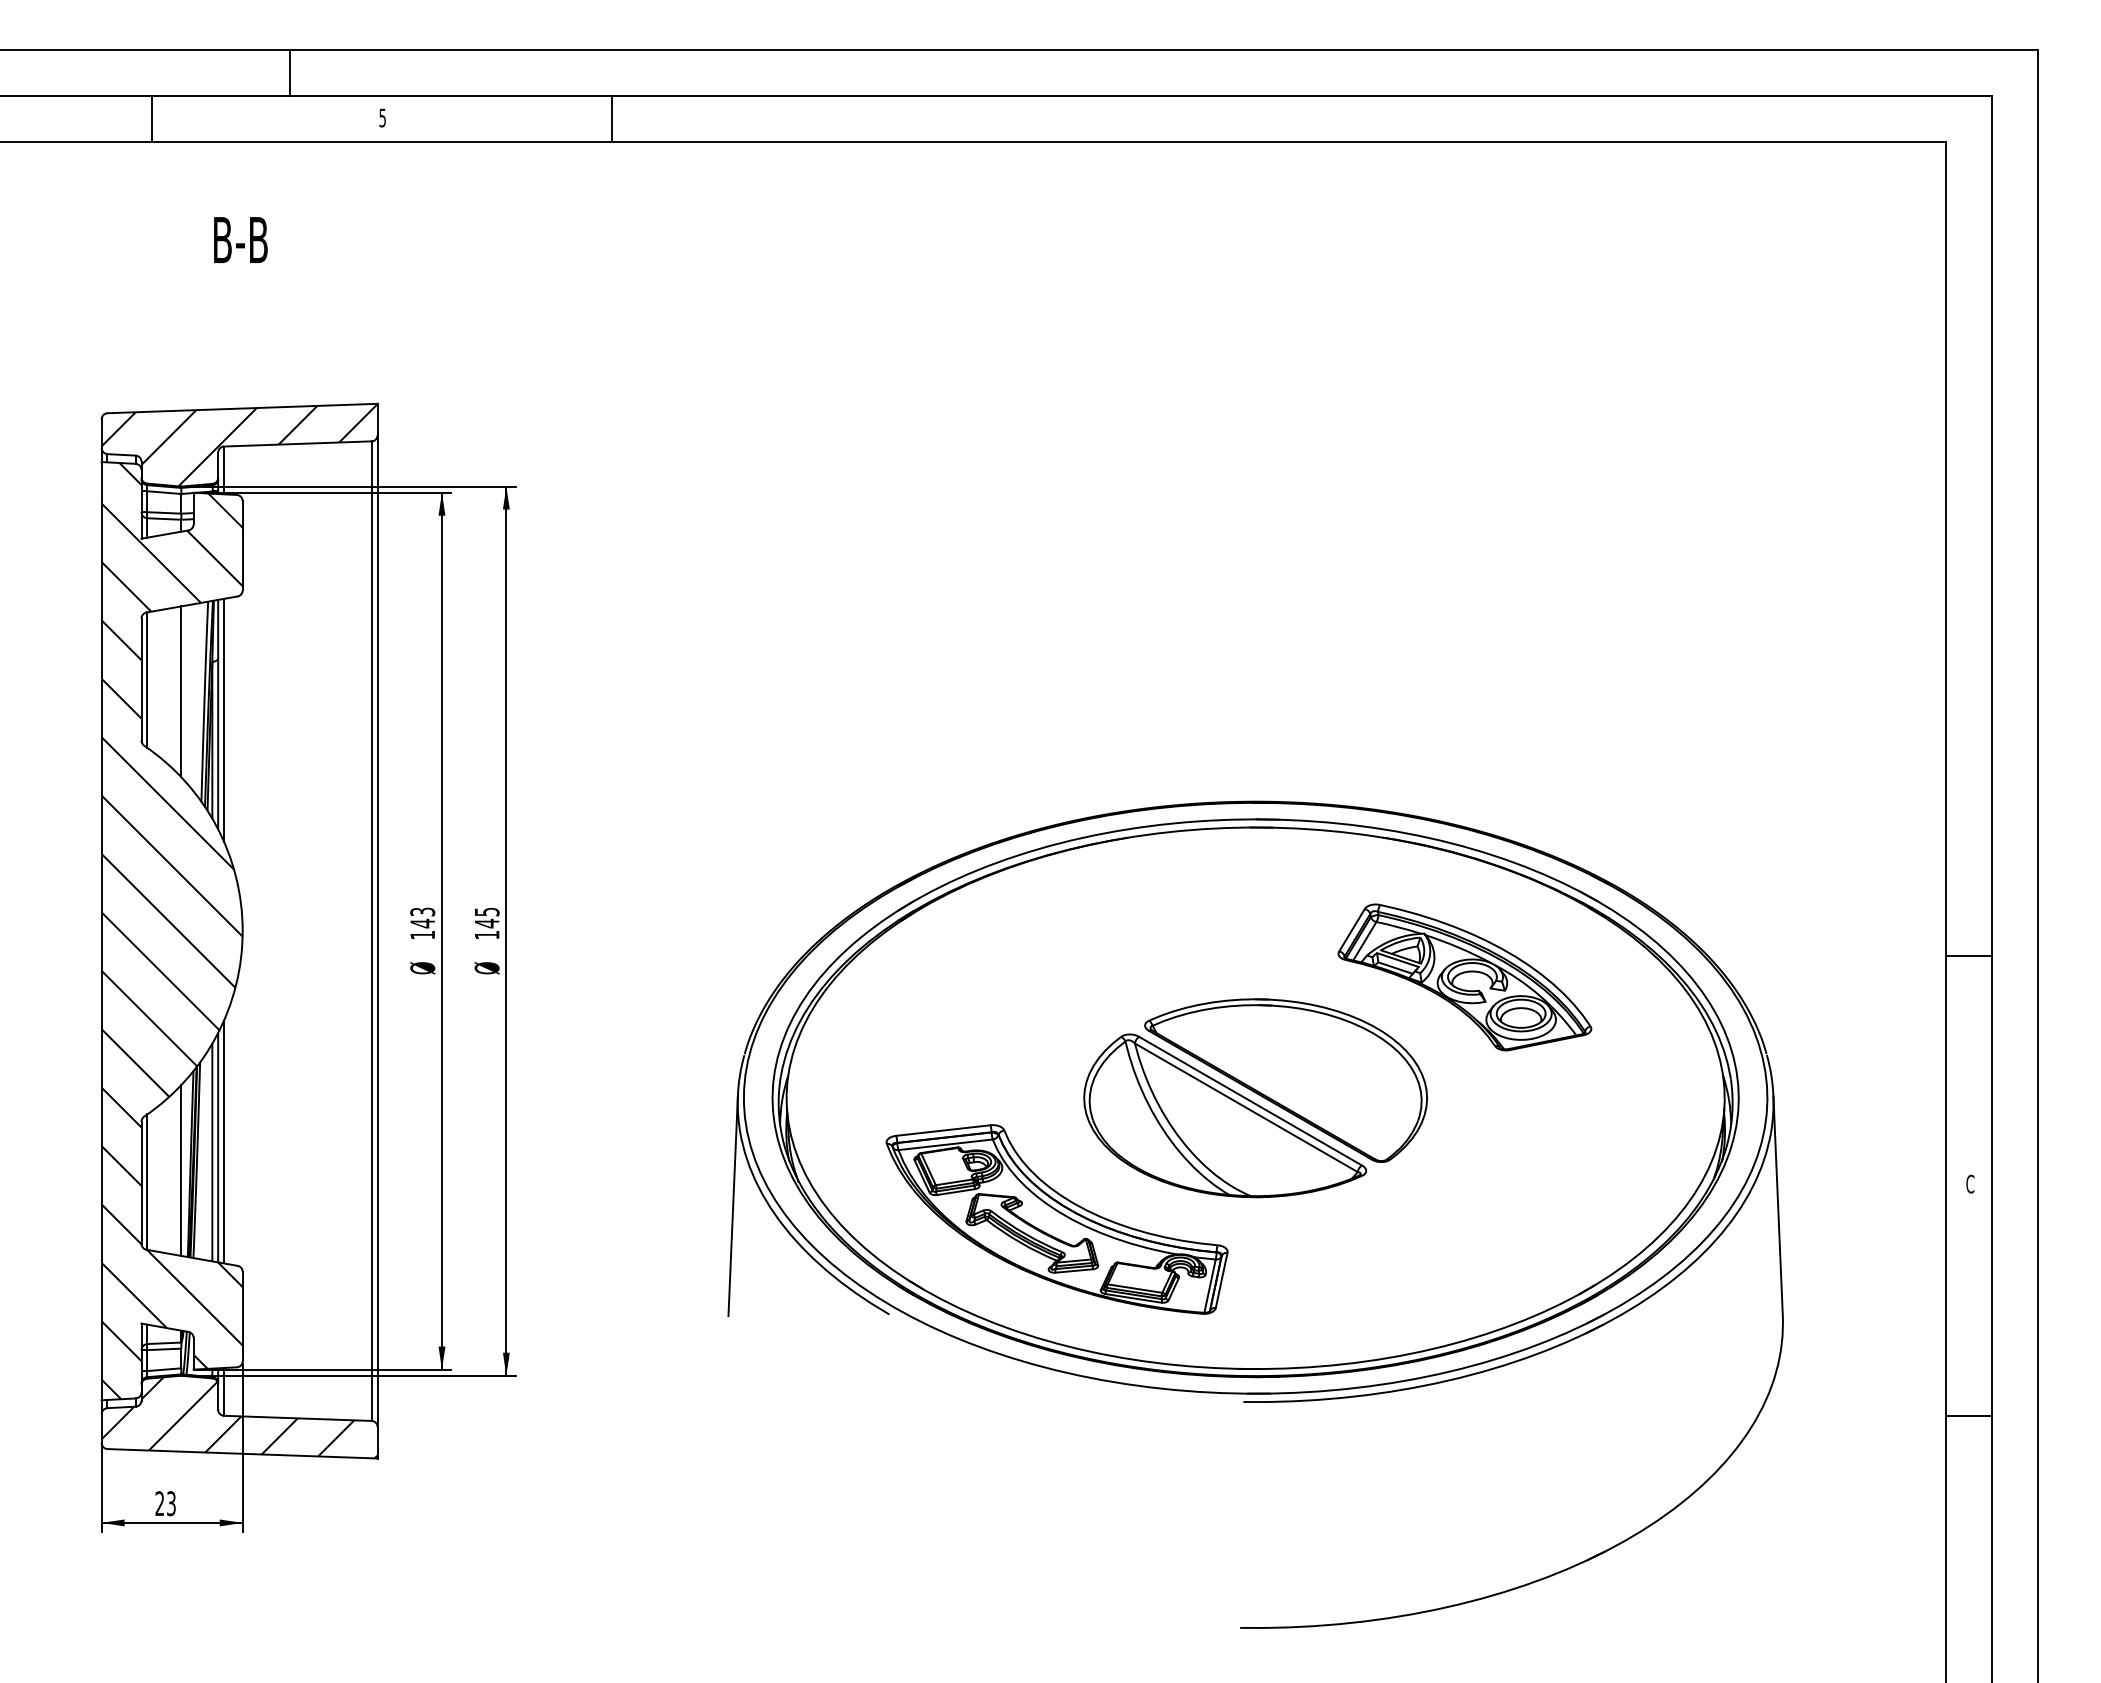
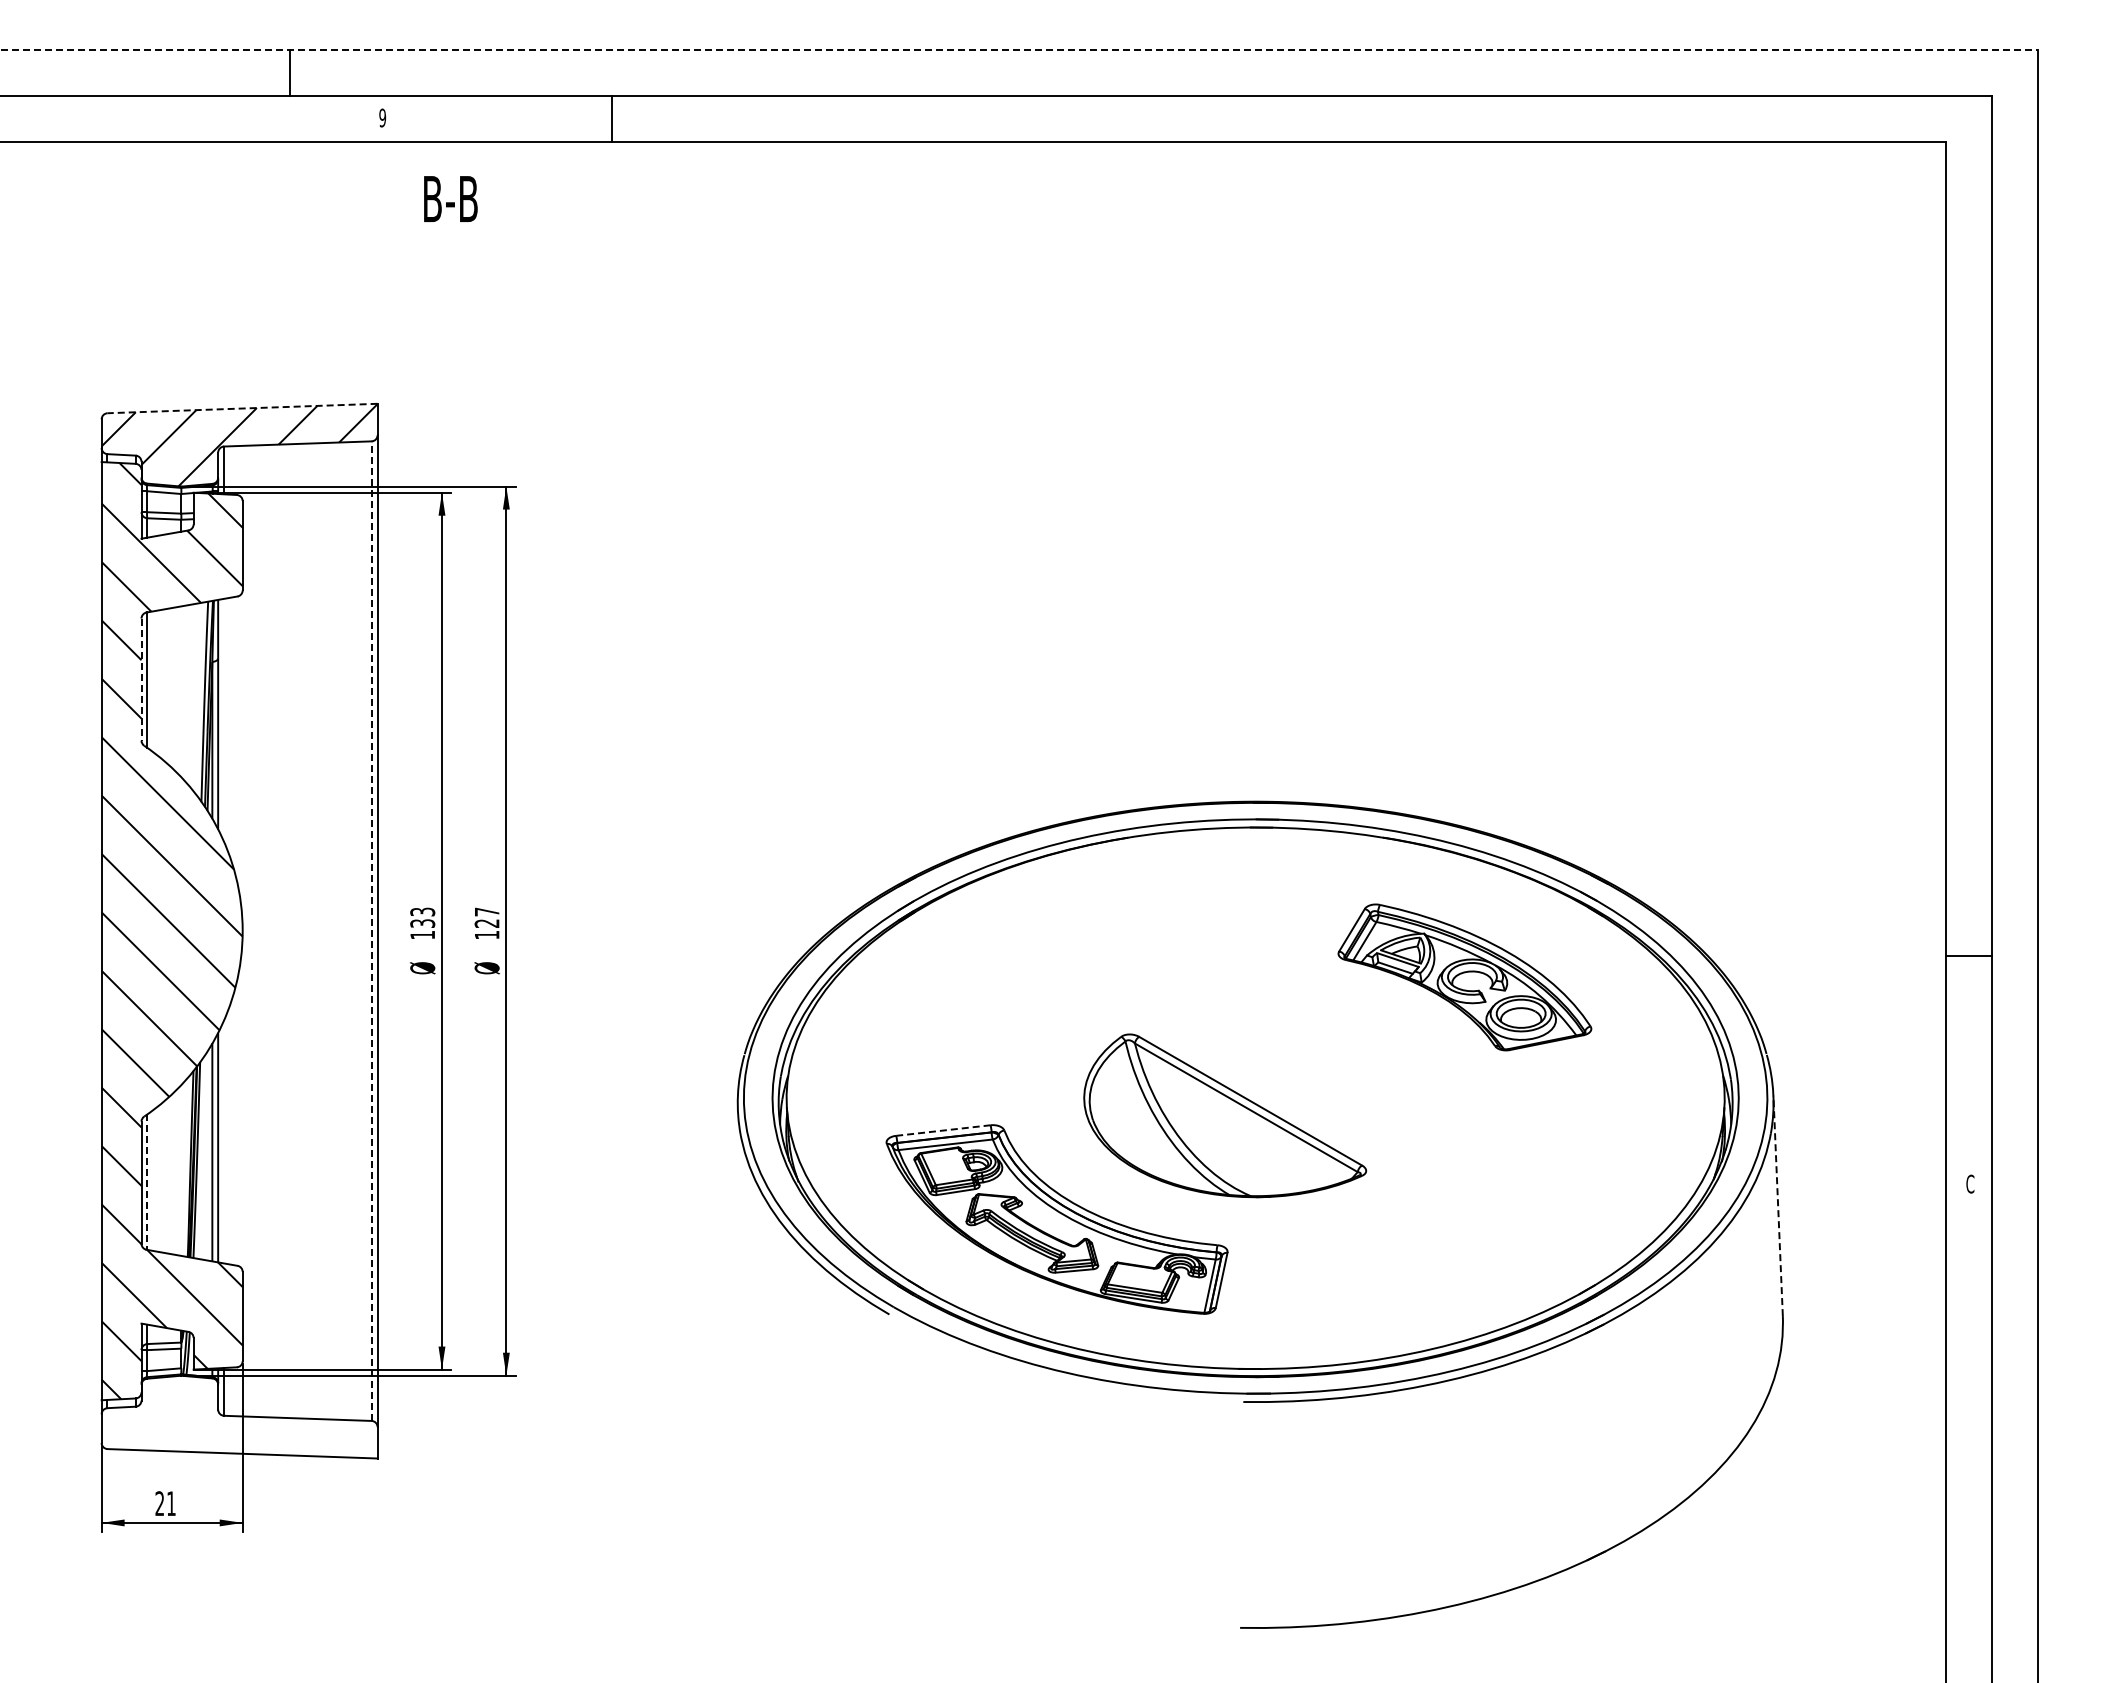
line at (1019, 50): solid -> dashed
text at (382, 117): 5 -> 9
line at (152, 119): present -> none
text at (240, 239) position: (240, 239) -> (450, 198)
line at (242, 408): solid -> dashed
line at (141, 680): solid -> dashed
line at (181, 691): present -> none
line at (224, 719): present -> none
text at (486, 917): 145 -> 127
text at (422, 923): 143 -> 133
line at (371, 931): solid -> dashed
part at (1285, 1080): present -> none
line at (943, 1130): solid -> dashed
line at (224, 1141): present -> none
line at (181, 1170): present -> none
line at (147, 1182): solid -> dashed
line at (732, 1205): present -> none
line at (1778, 1205): solid -> dashed
line at (1968, 1416): present -> none
hatch at (239, 1417): present -> none
text at (171, 1503): 23 -> 21
